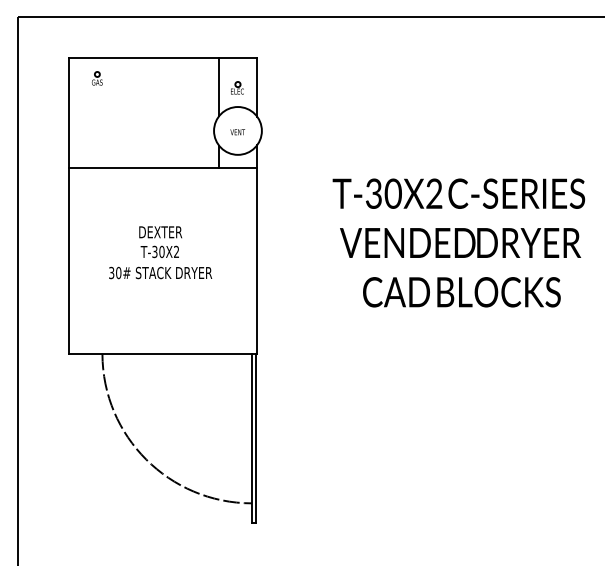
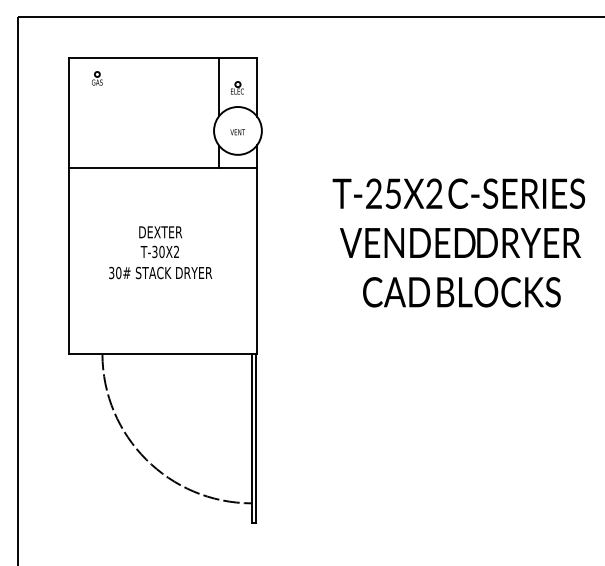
text at (383, 193): T-30X2 -> T-25X2
